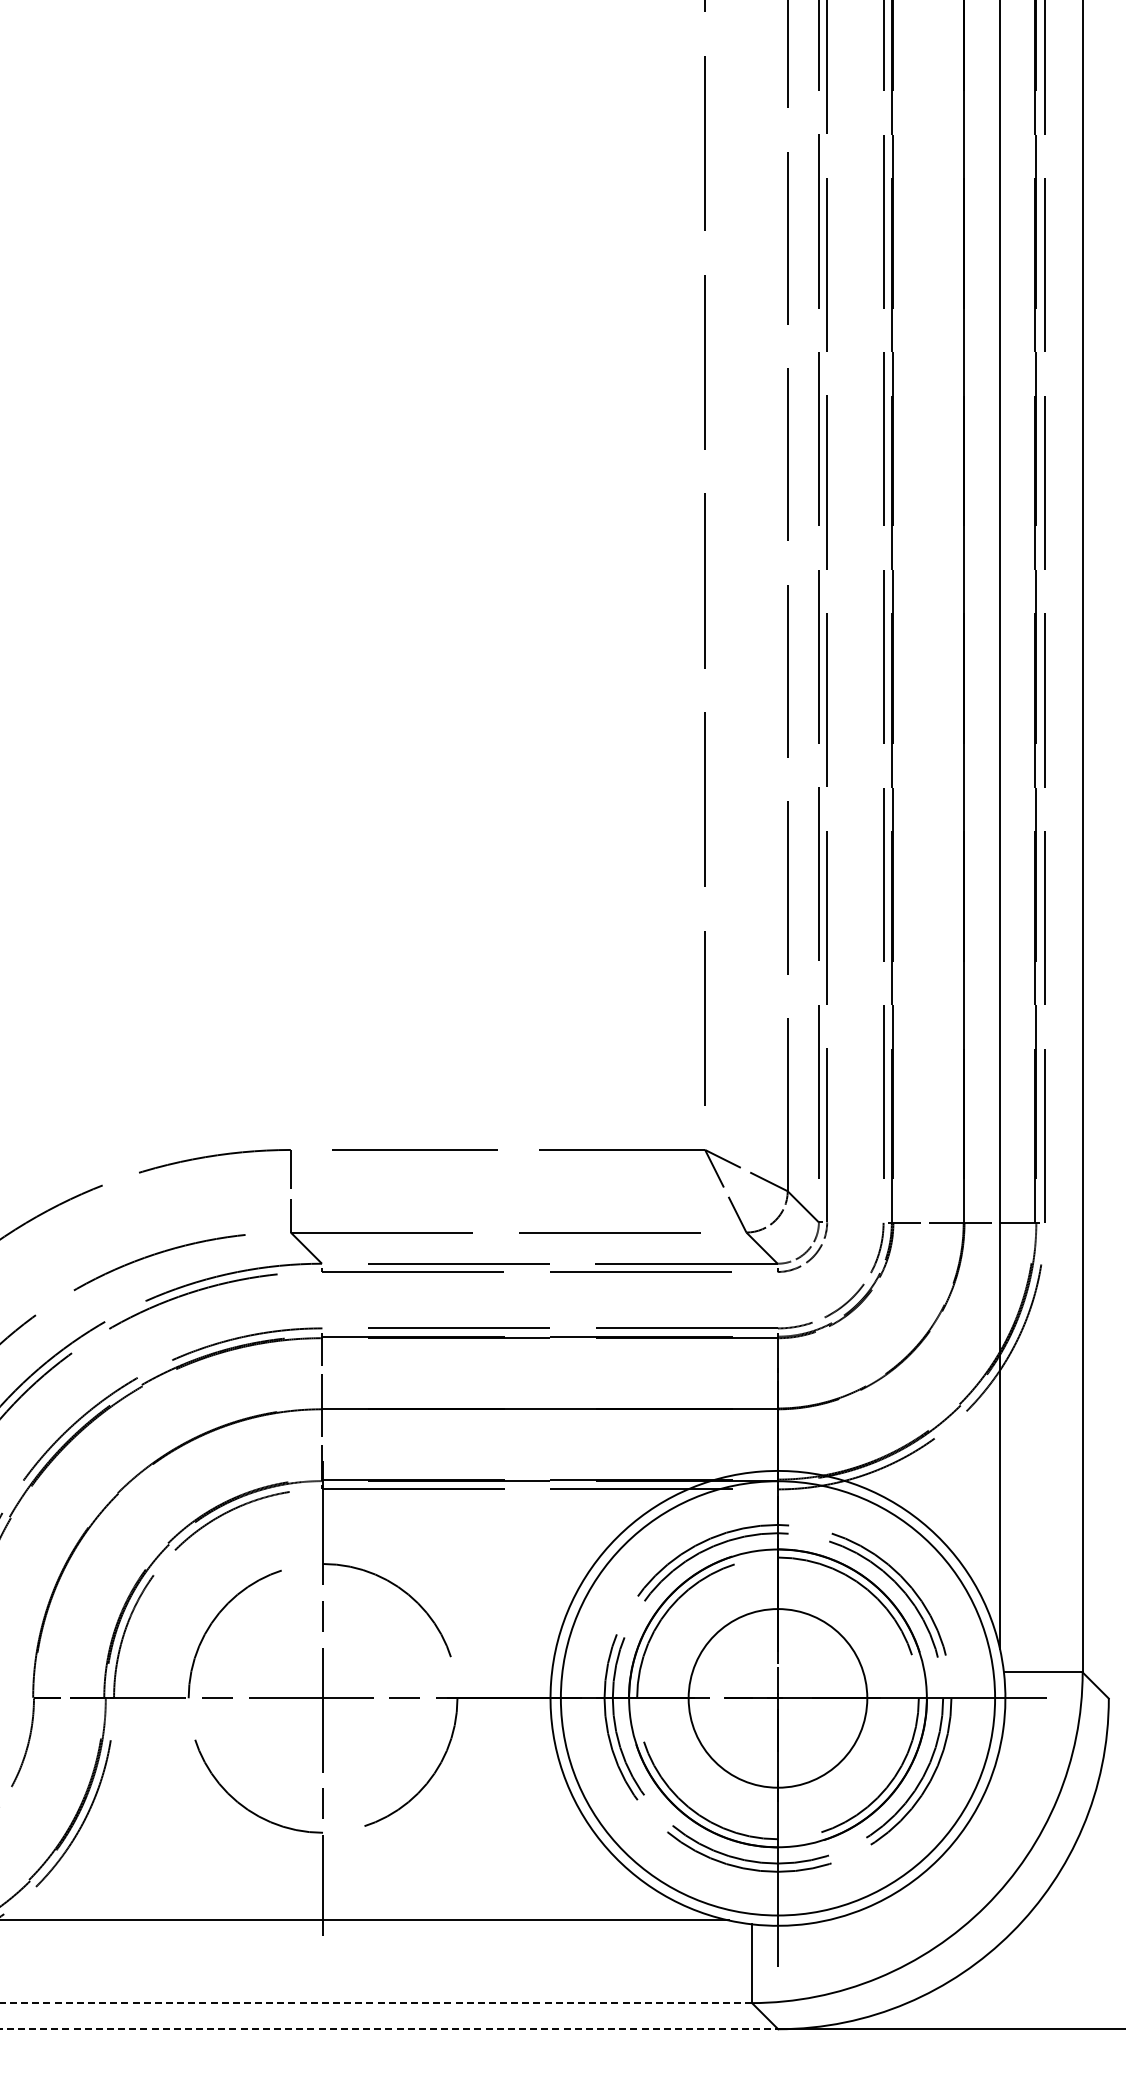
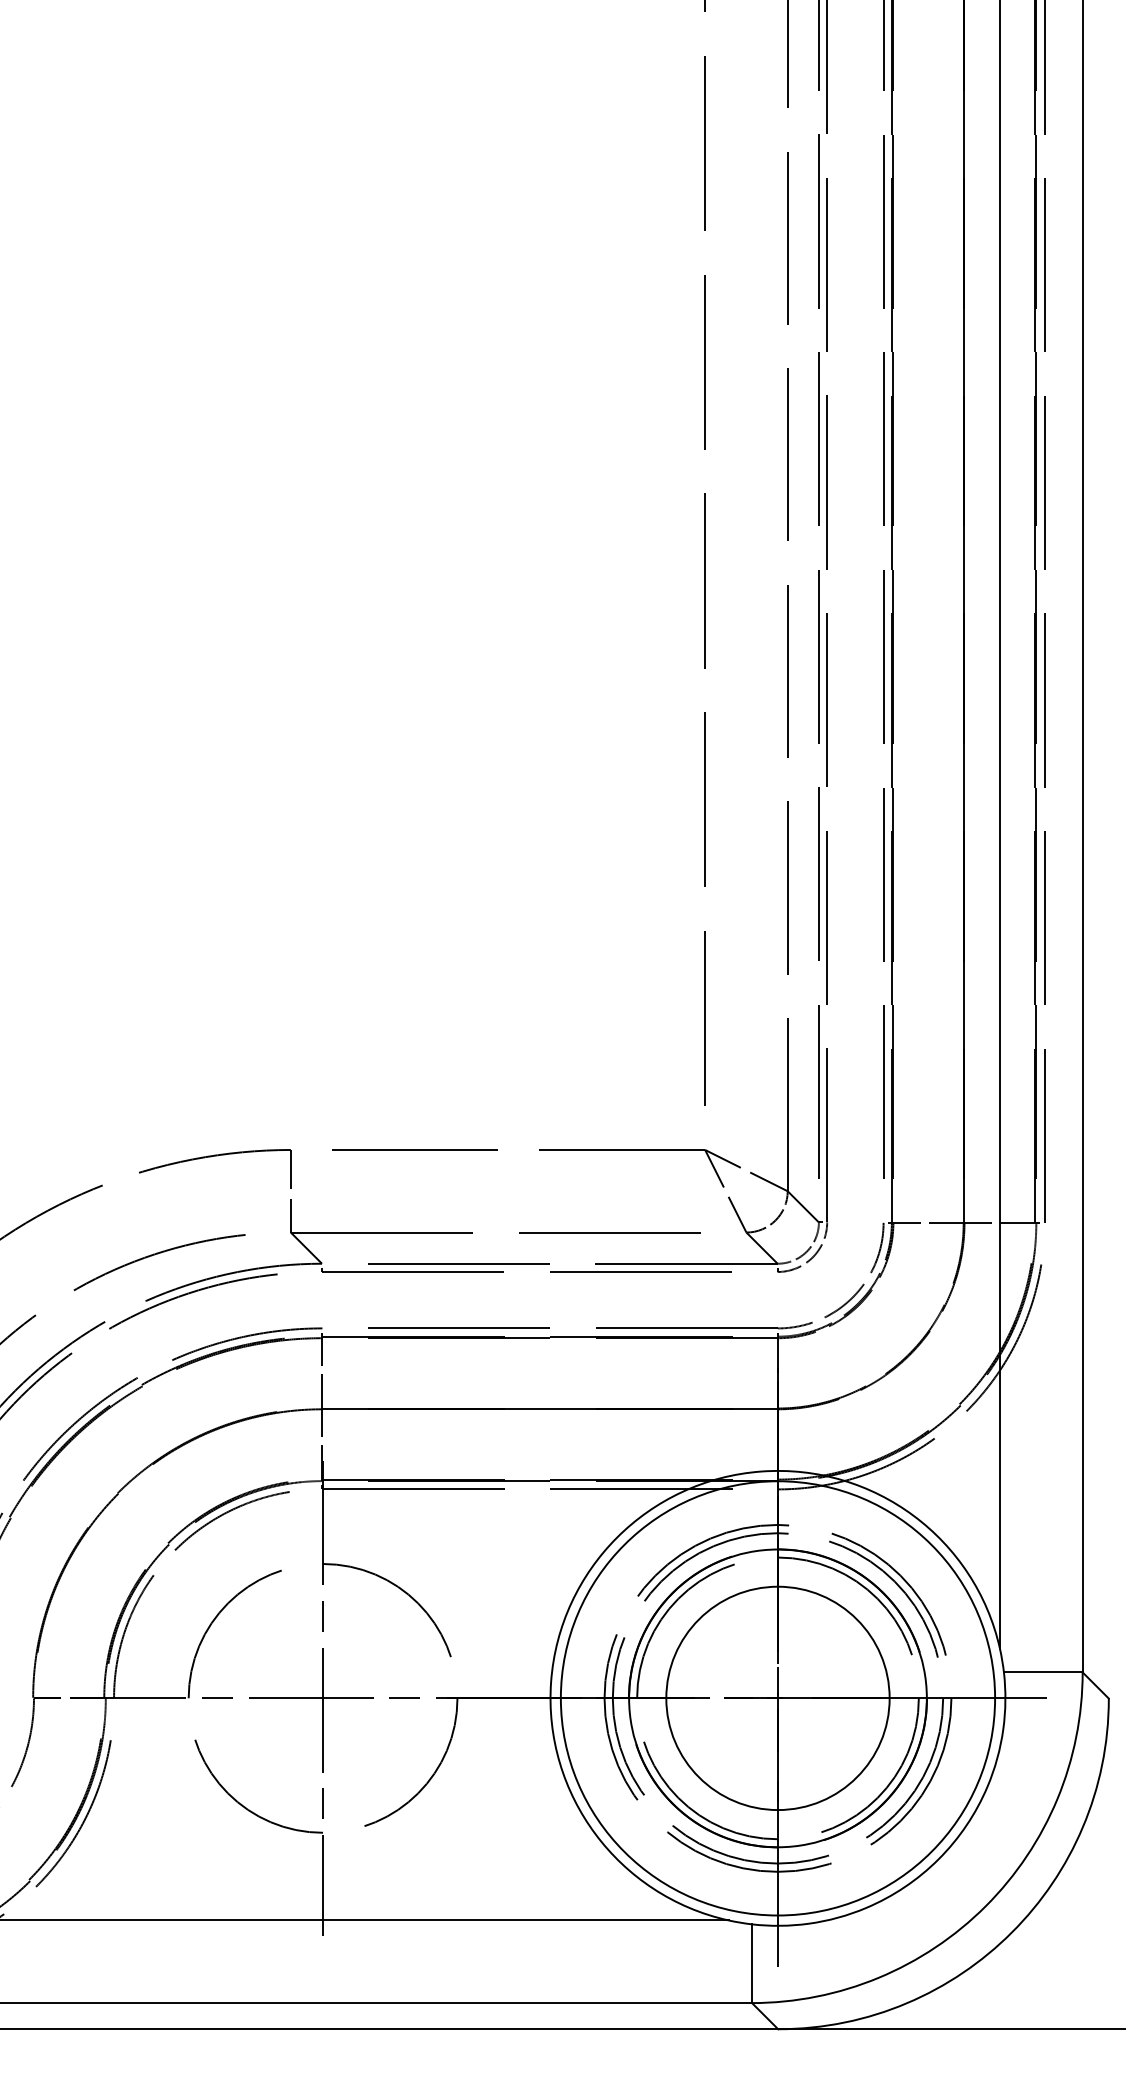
circle at (777, 1698) diameter: 179 px -> 223 px
line at (376, 2003): dashed -> solid
line at (389, 2029): dashed -> solid
